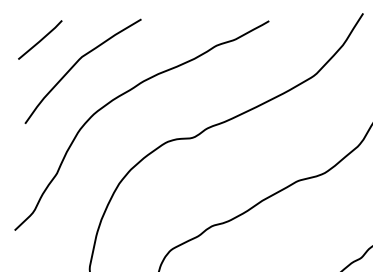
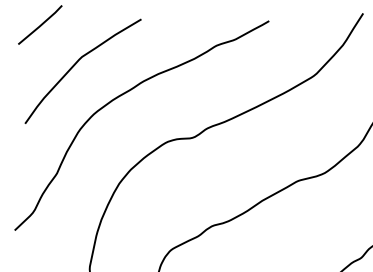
line at (40, 39) position: (40, 39) -> (40, 24)
